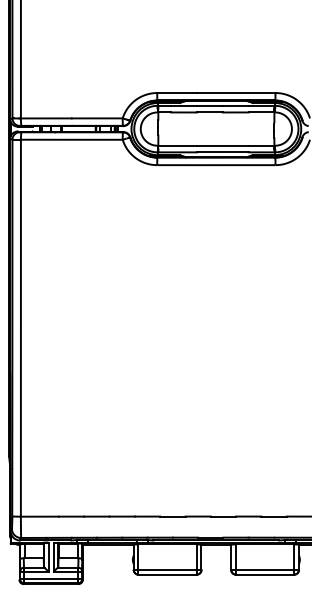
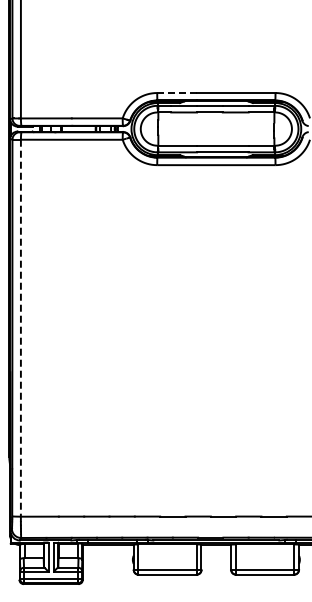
line at (176, 93): solid -> dashed
line at (20, 328): solid -> dashed
